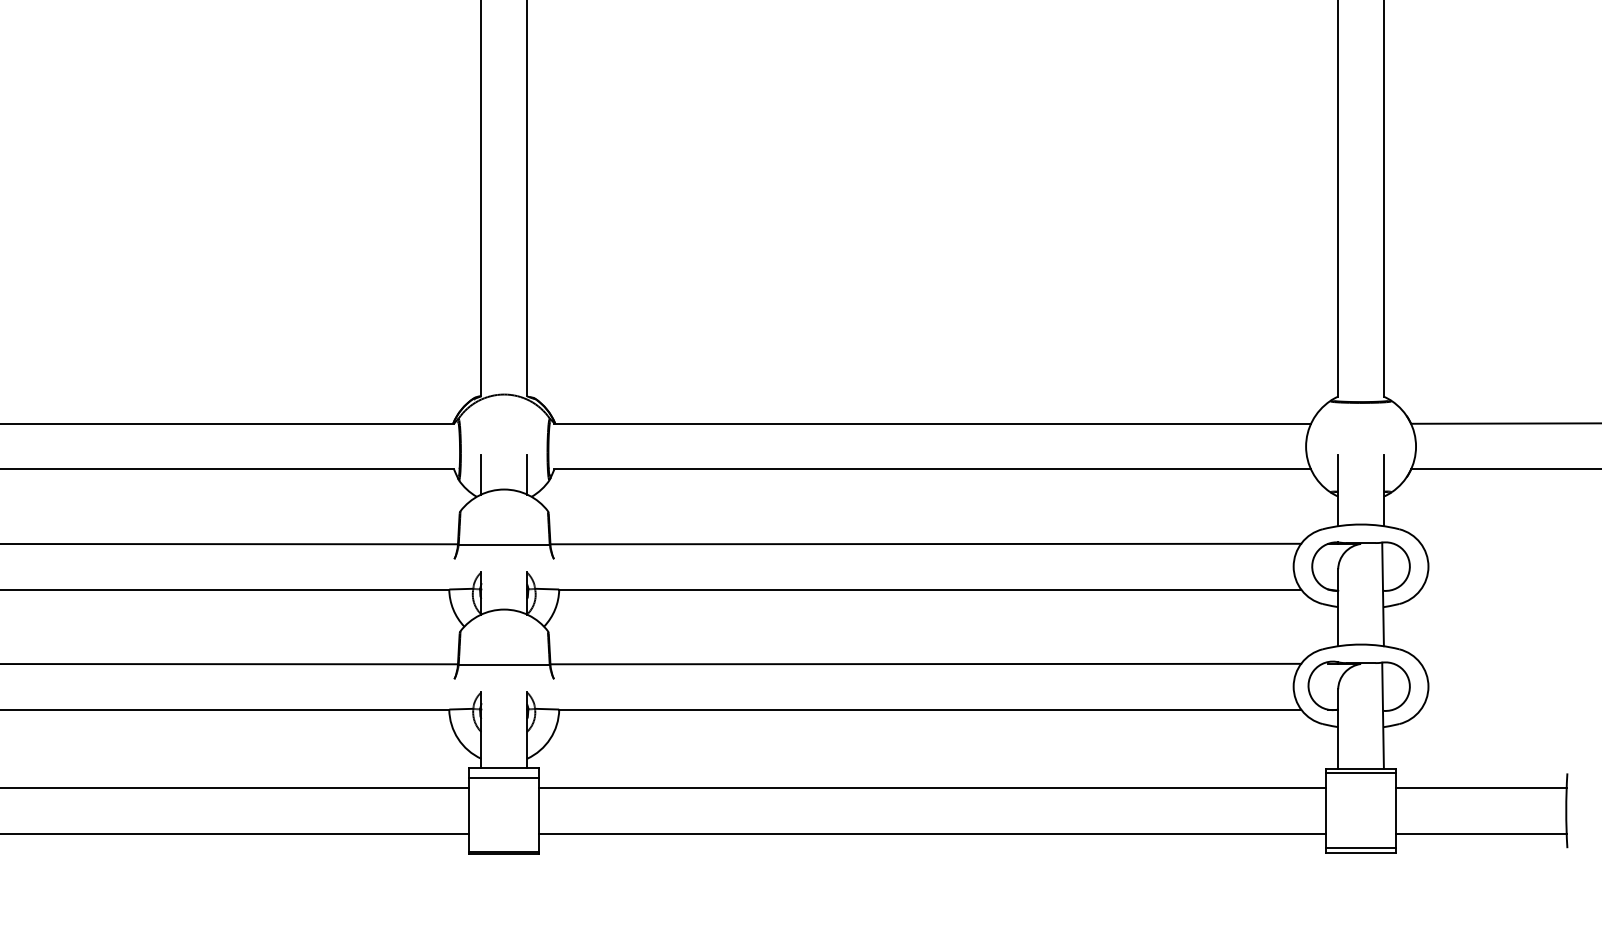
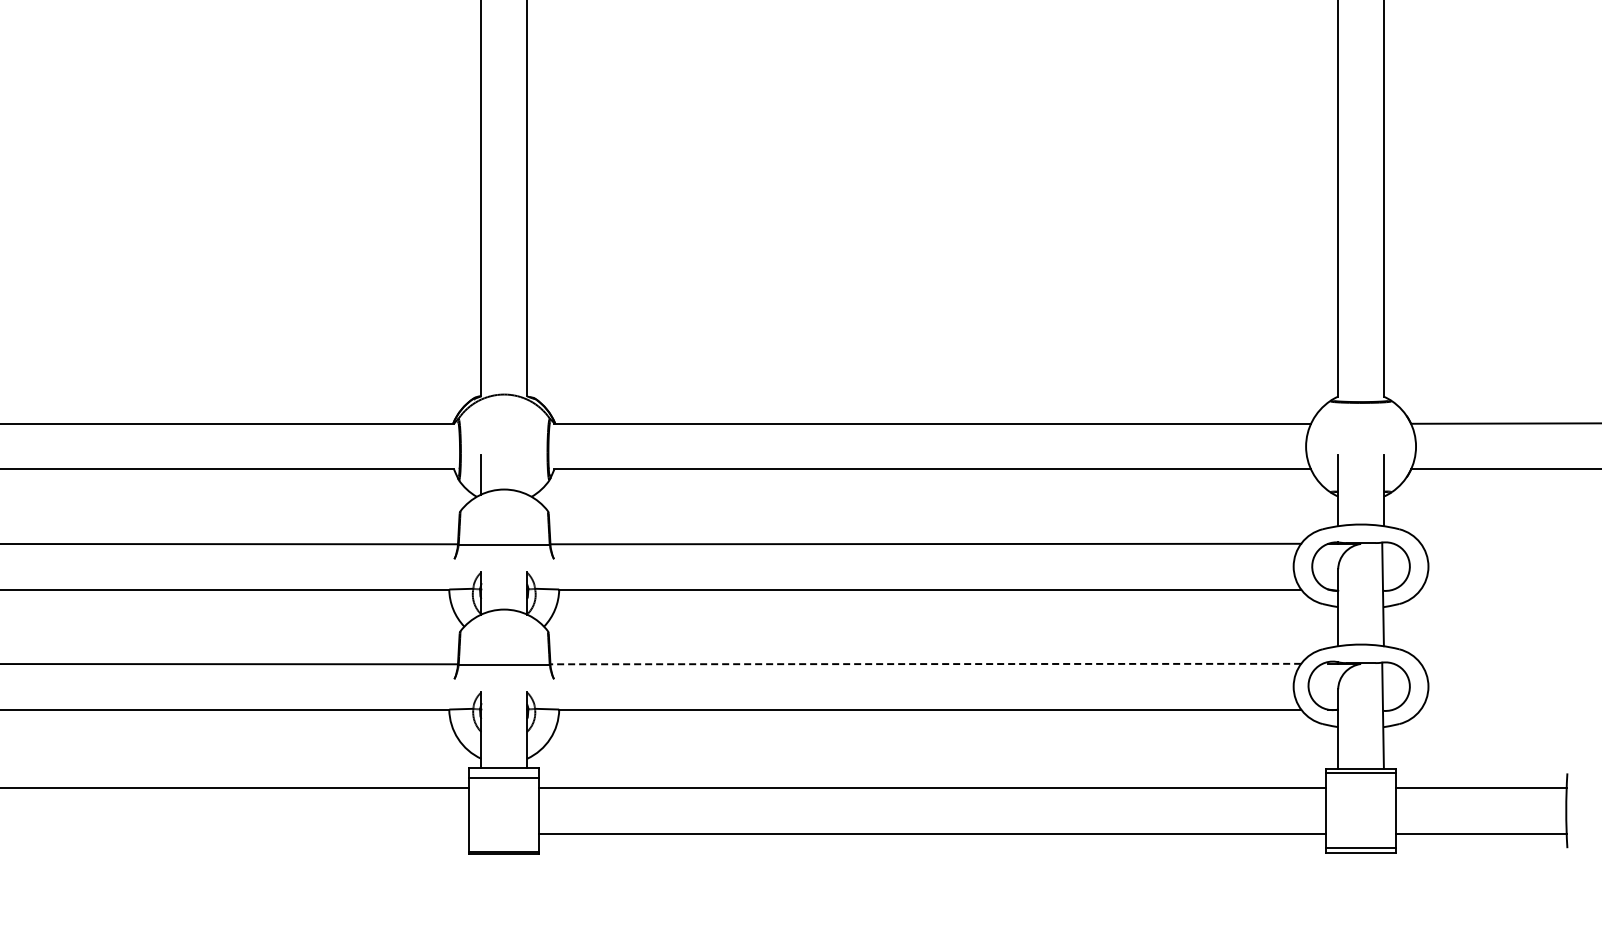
line at (527, 474): present -> none
line at (925, 664): solid -> dashed
line at (235, 833): present -> none
